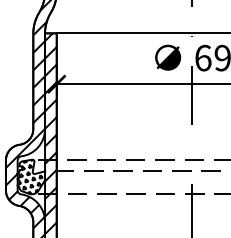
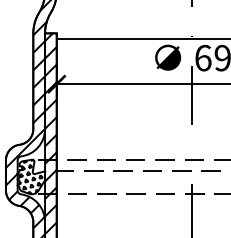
line at (141, 33) position: (141, 33) -> (141, 39)
